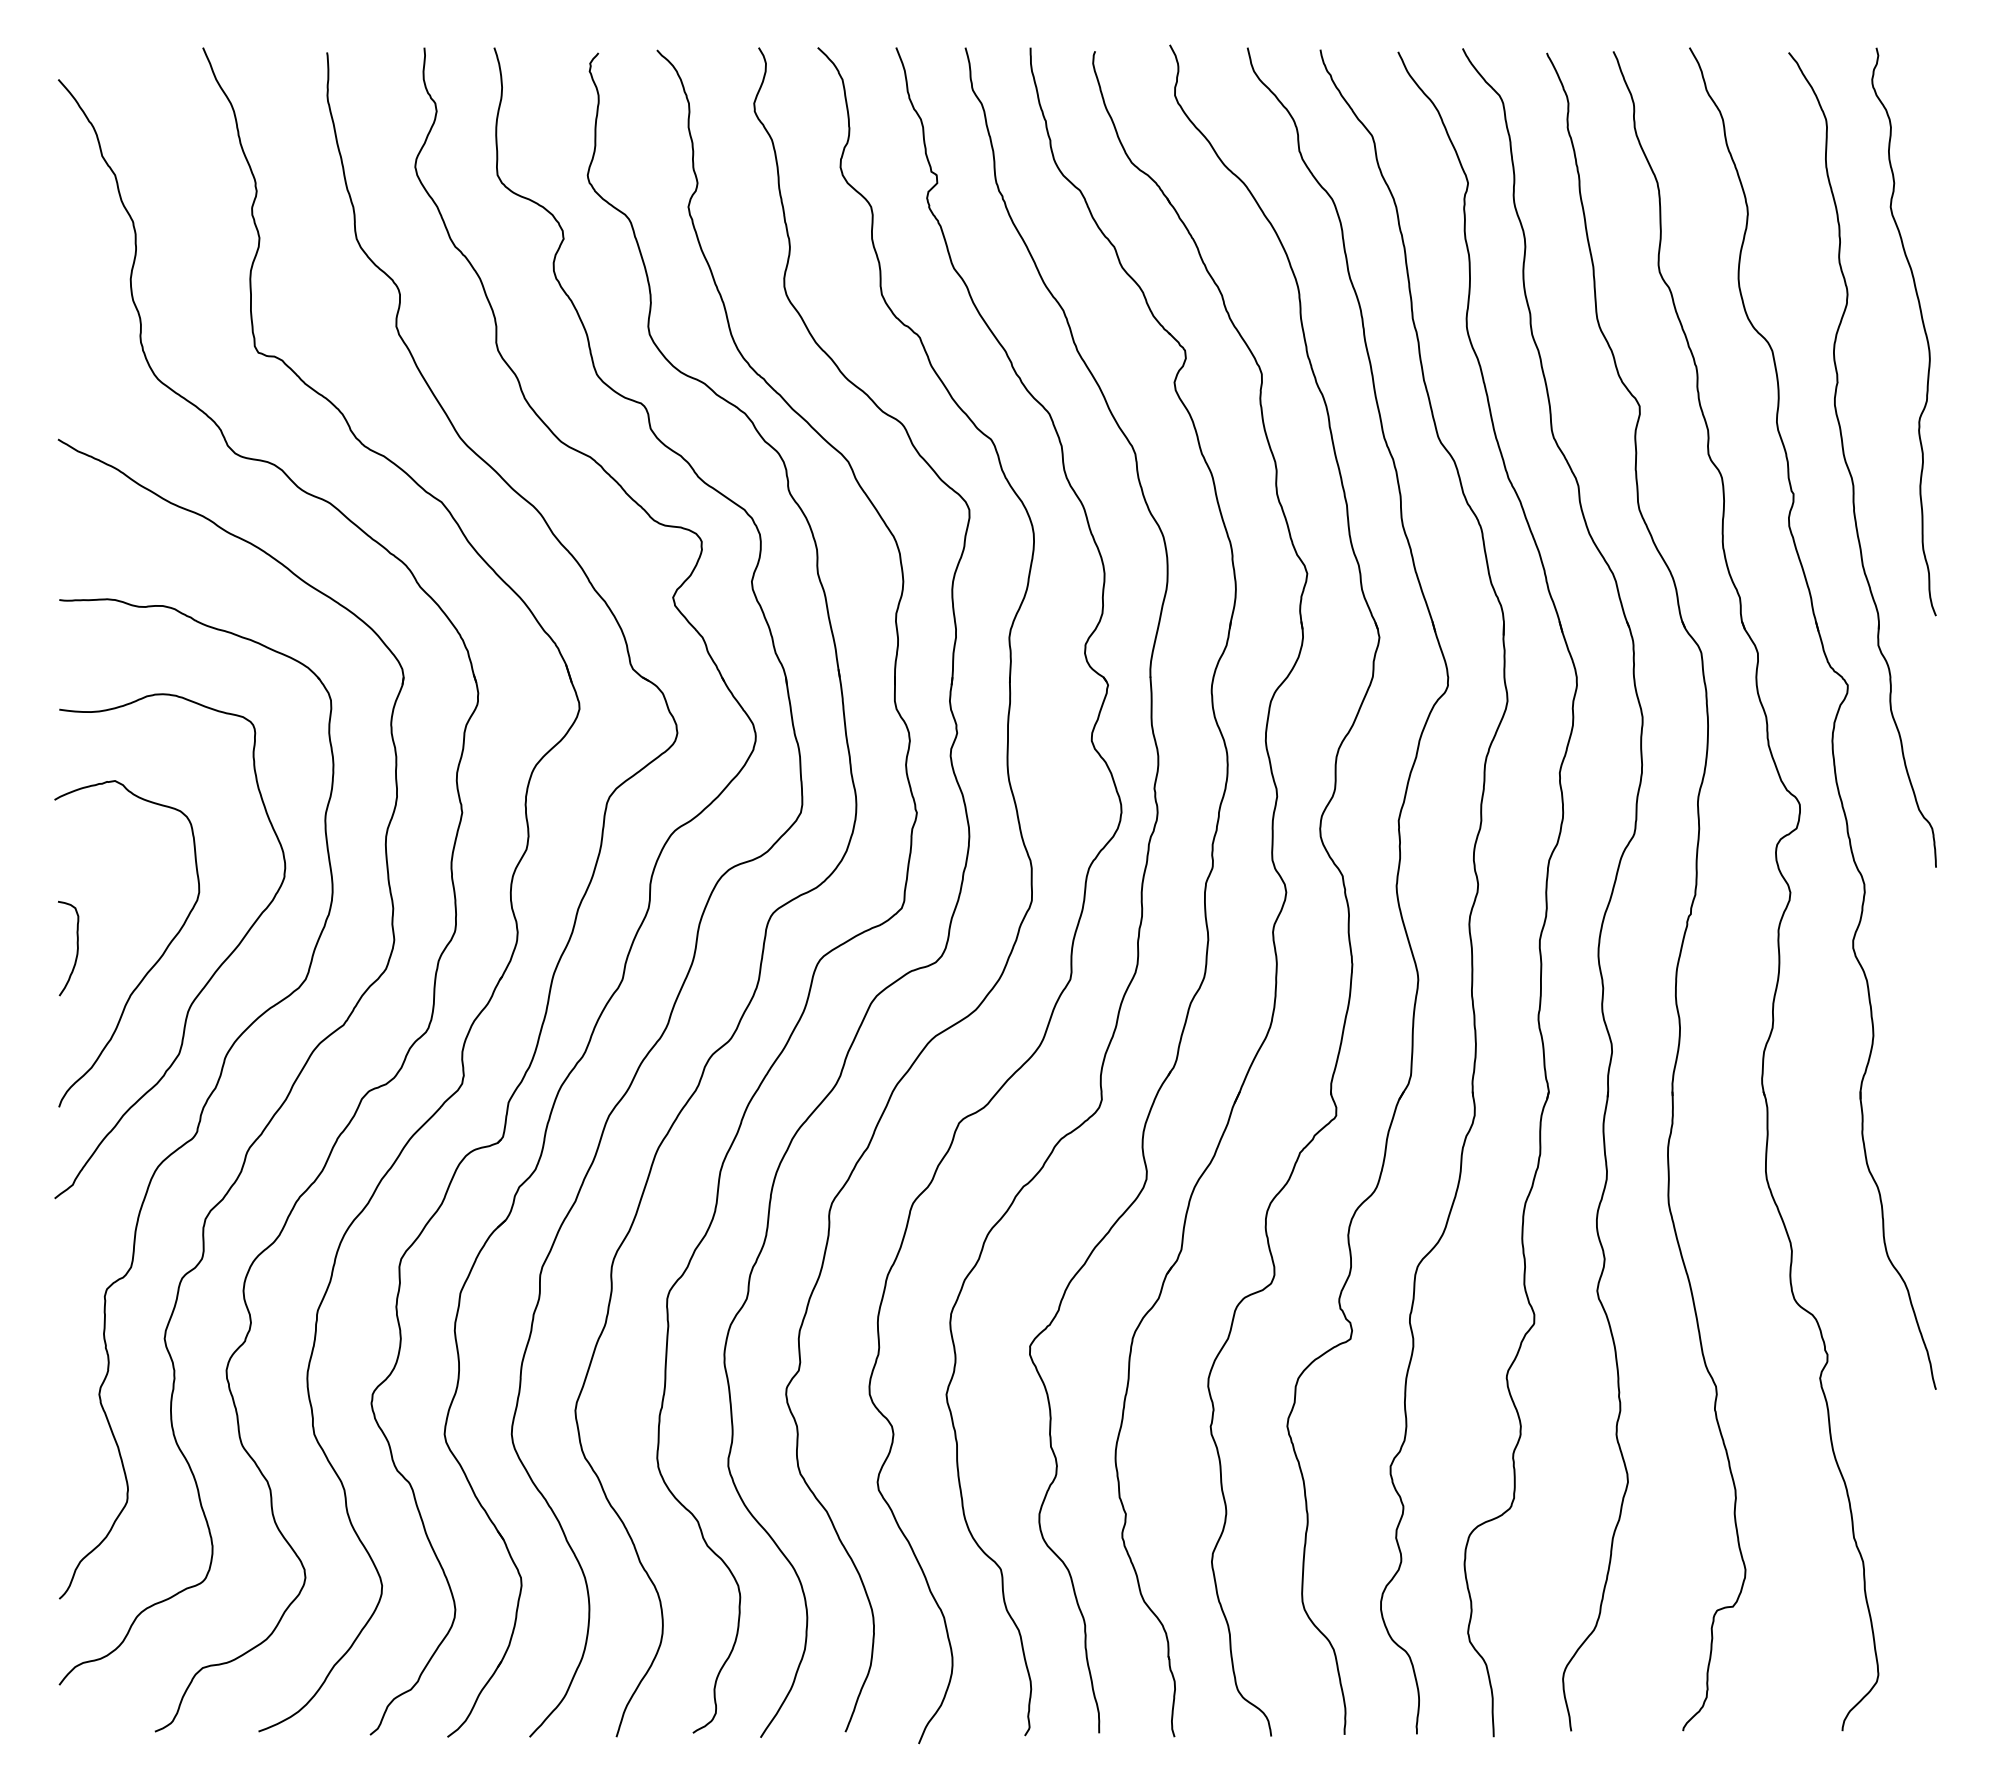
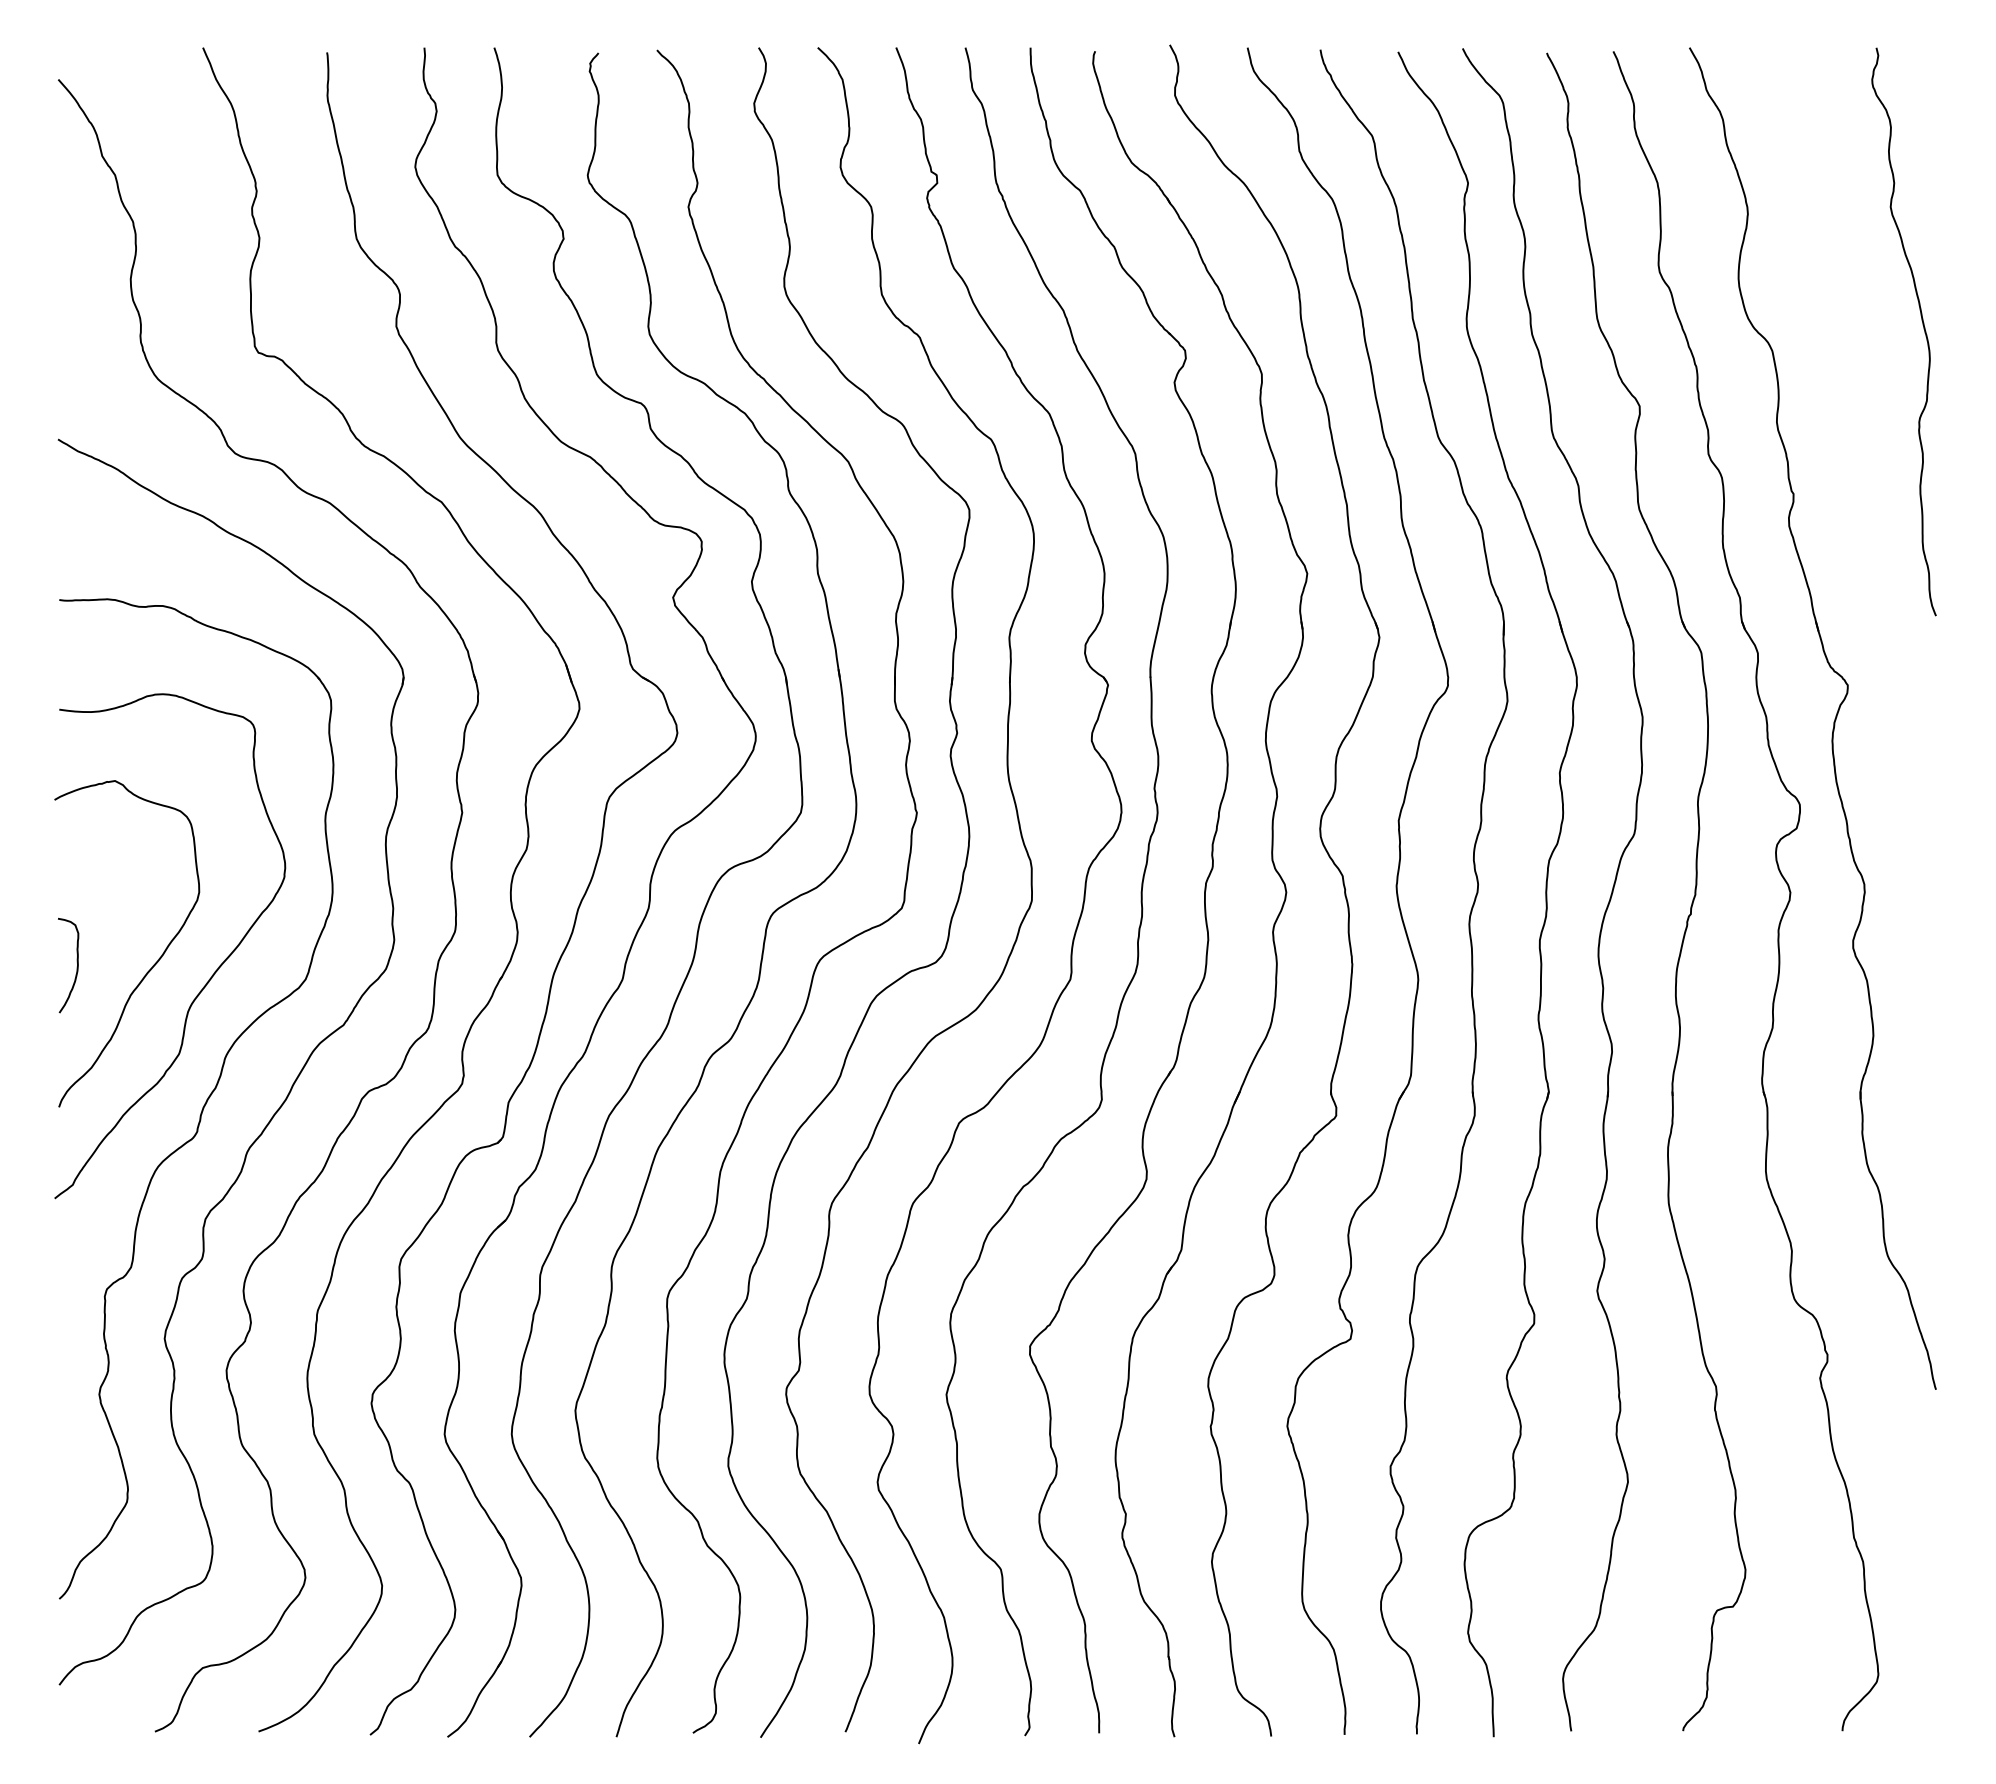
part at (1847, 463): present -> none
curve at (76, 950) position: (76, 950) -> (76, 967)
